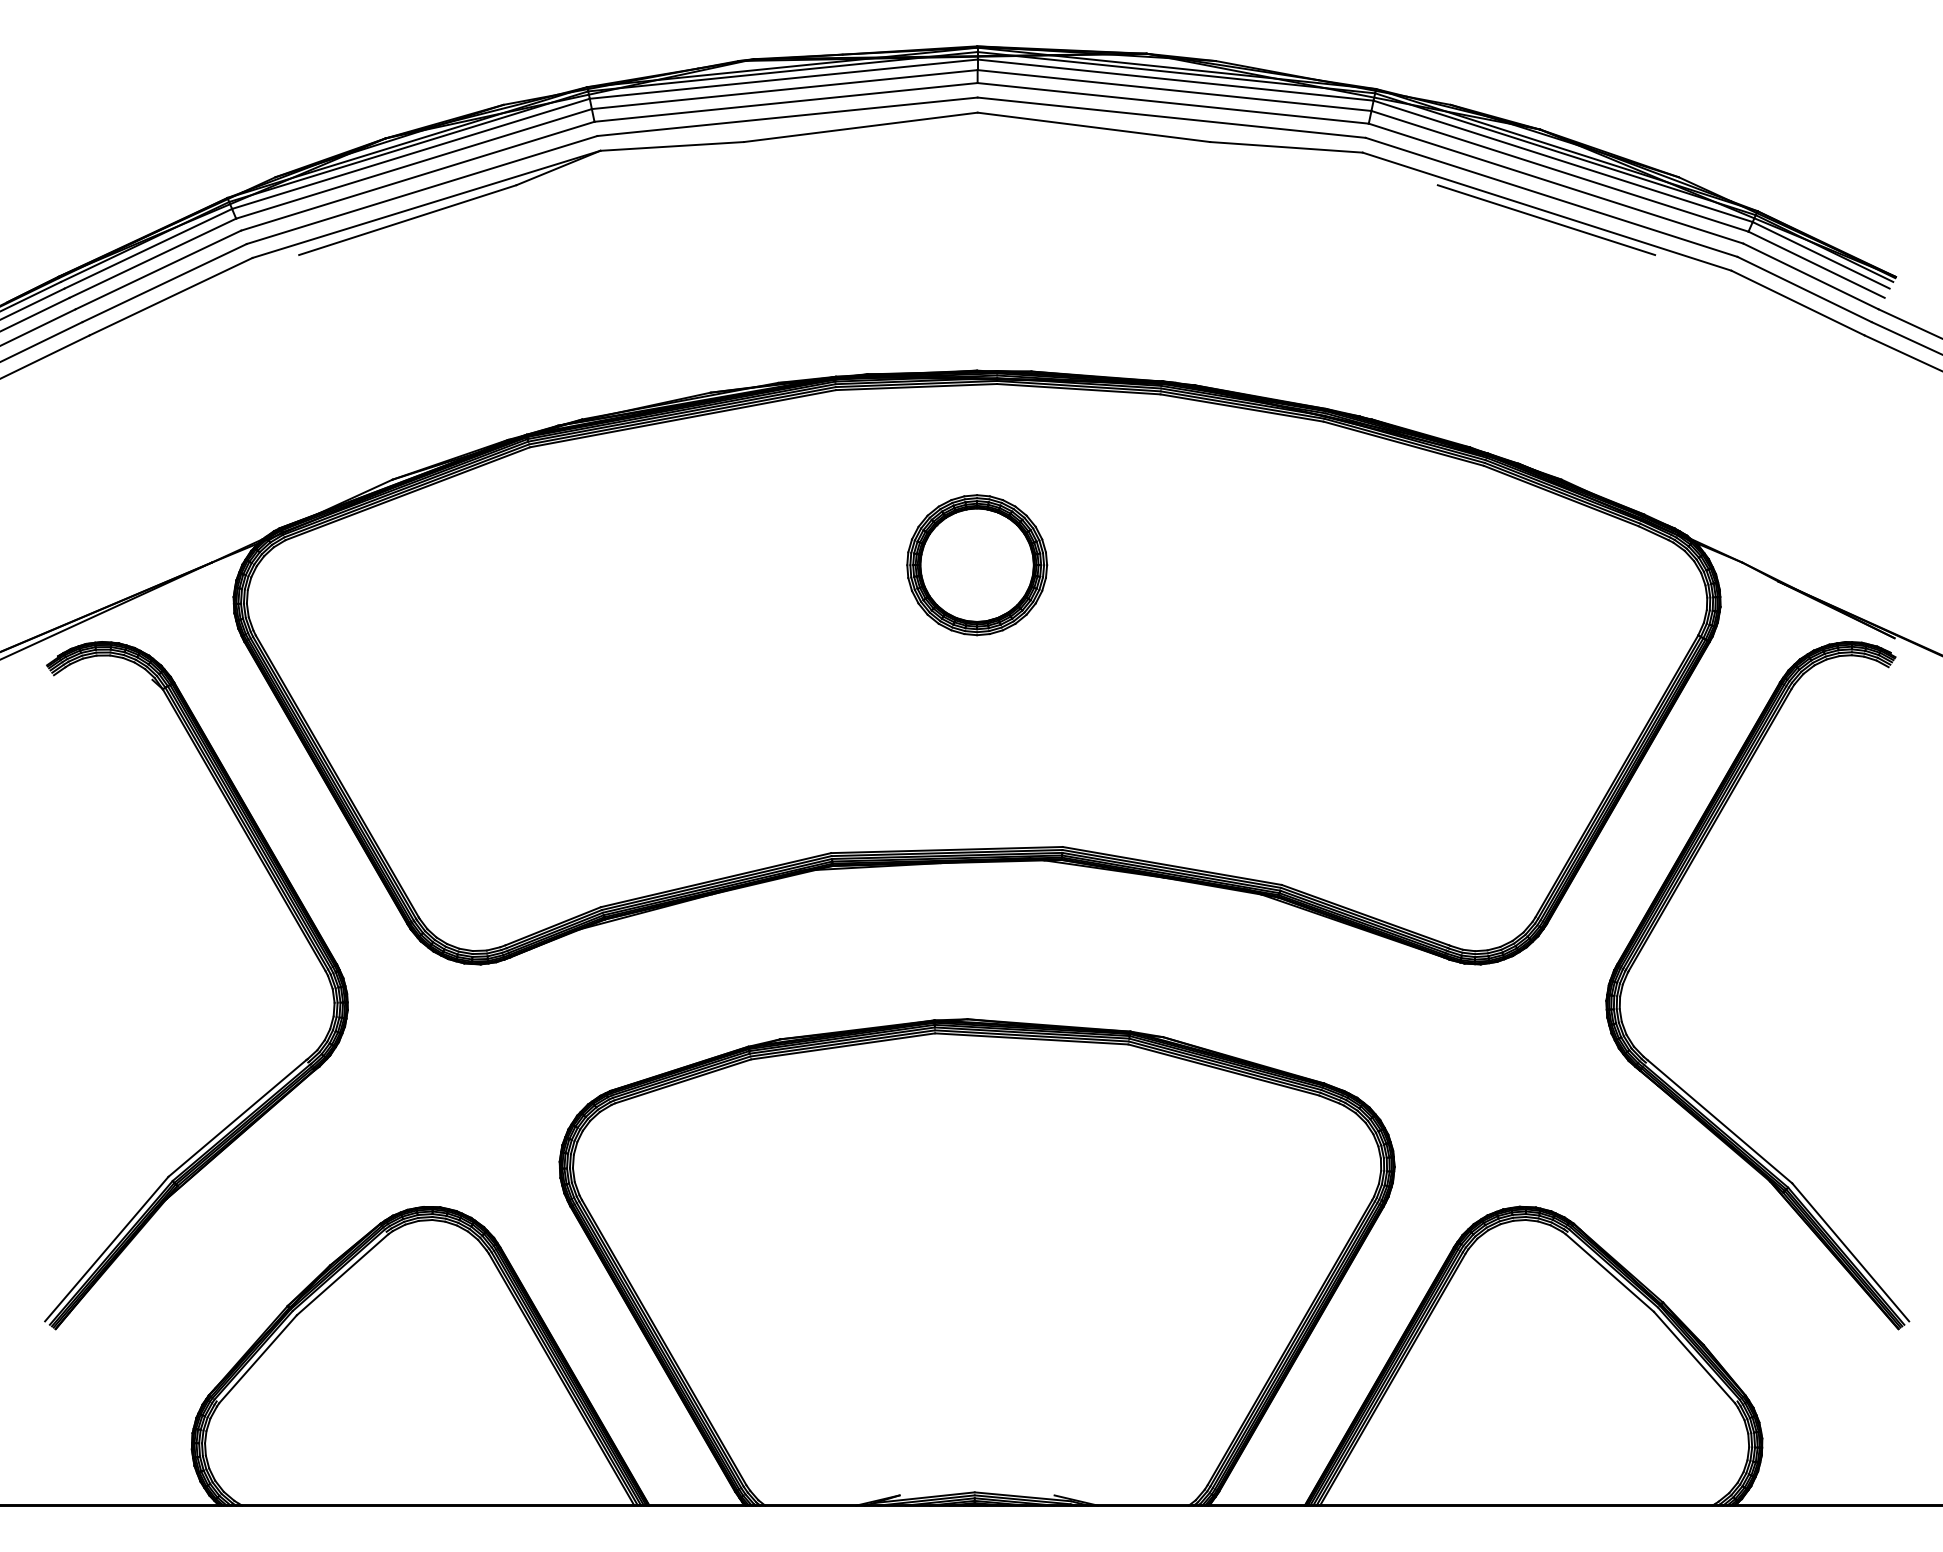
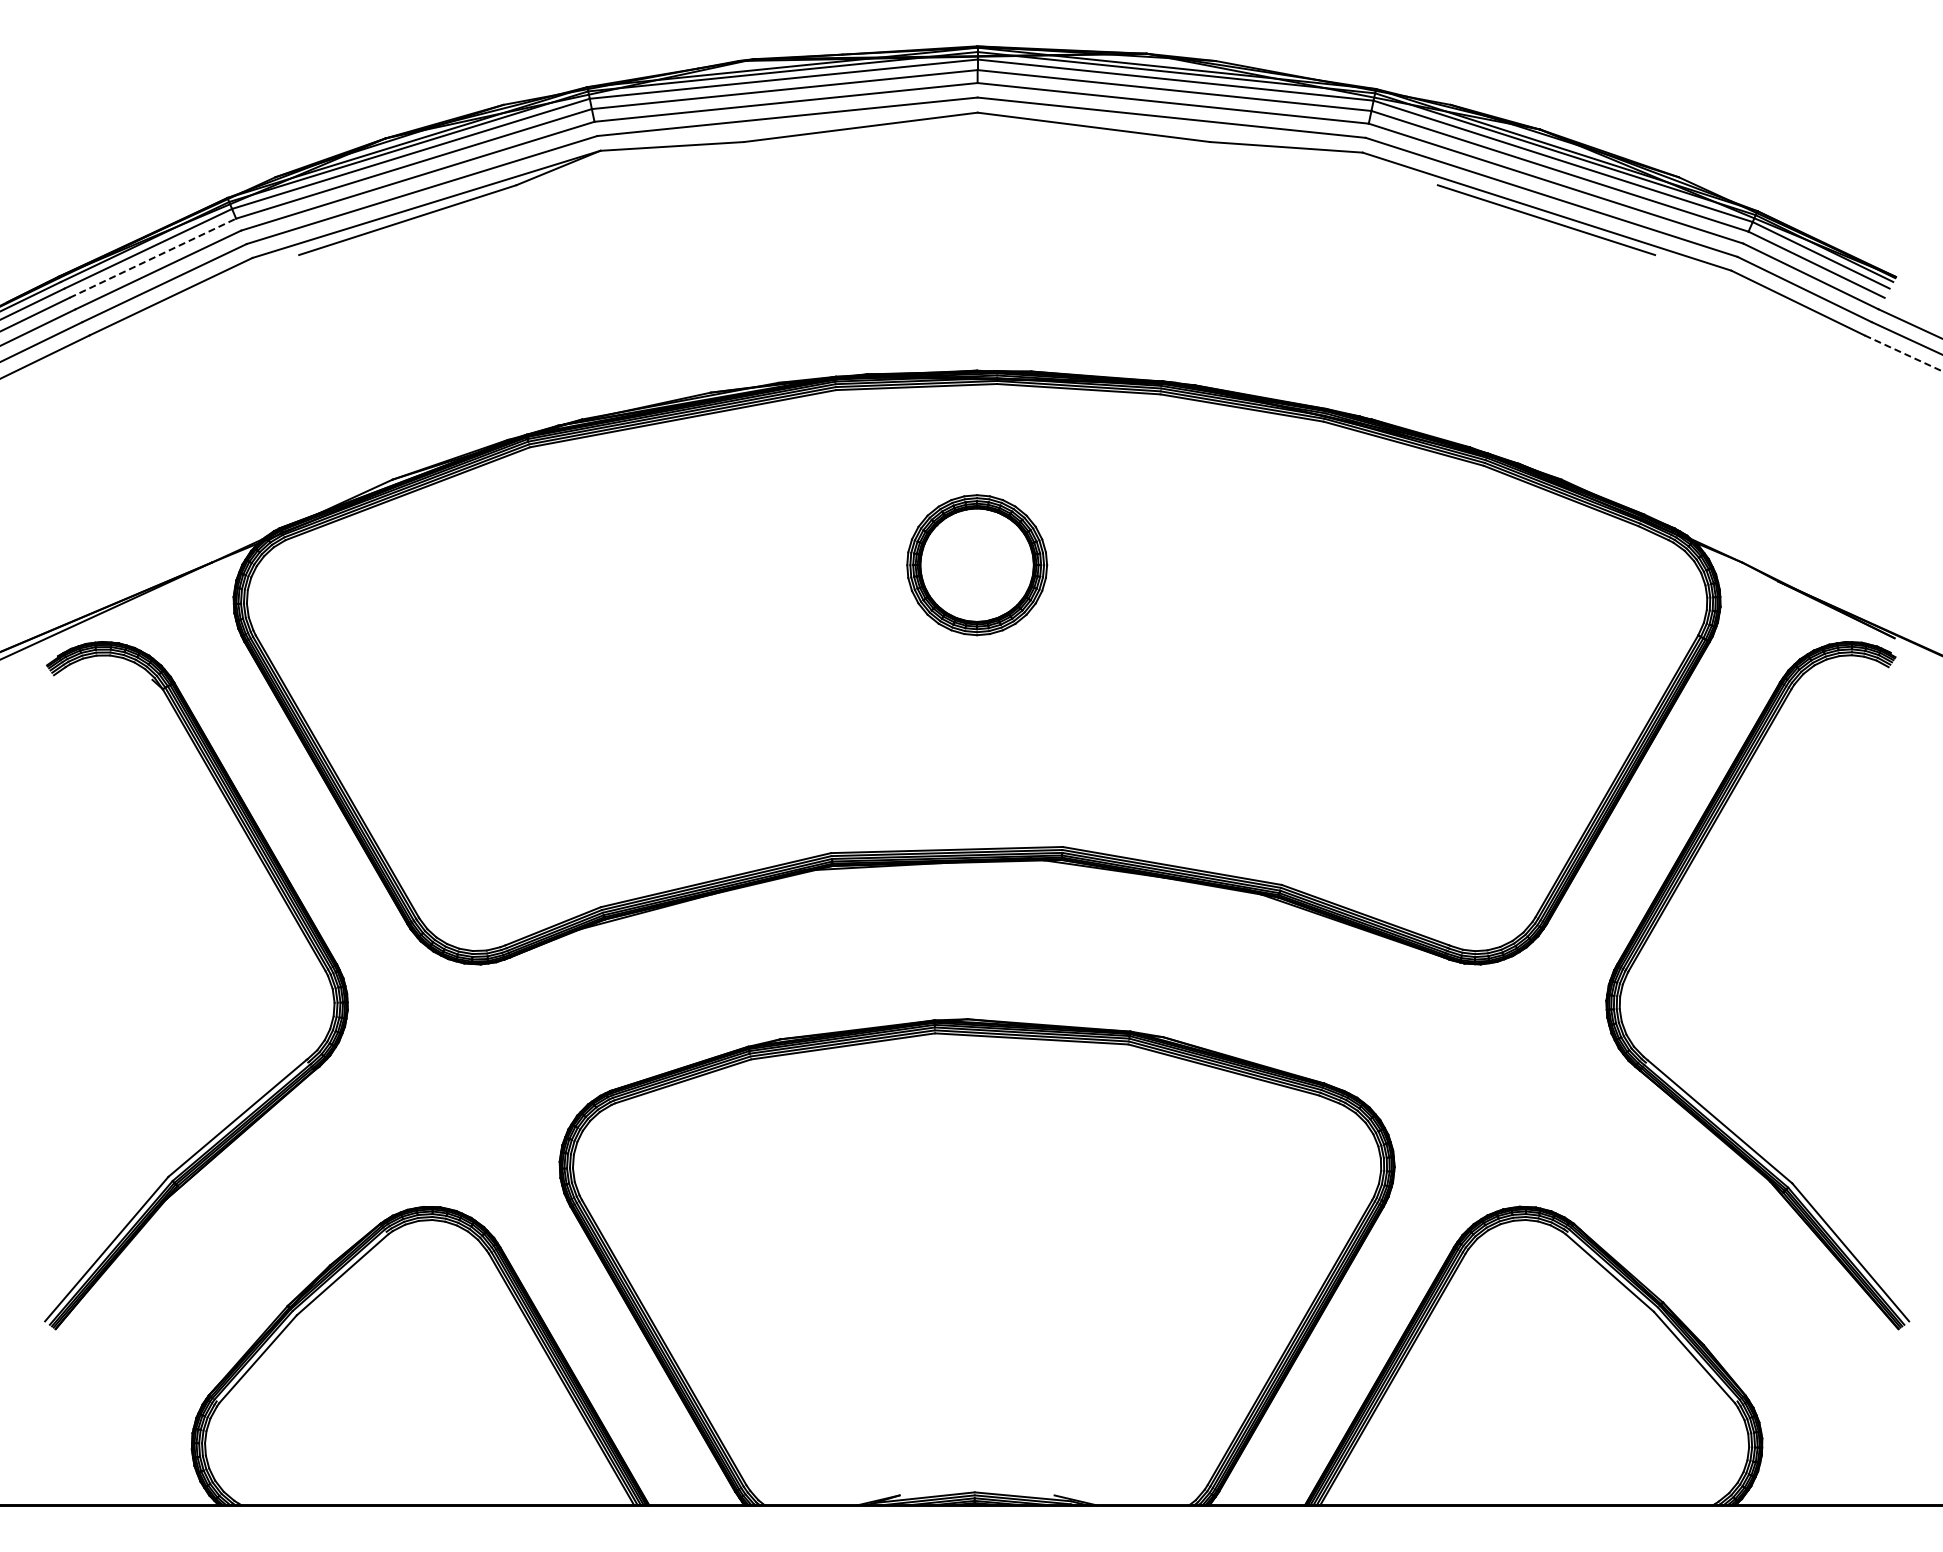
line at (153, 258): solid -> dashed
line at (1903, 353): solid -> dashed
